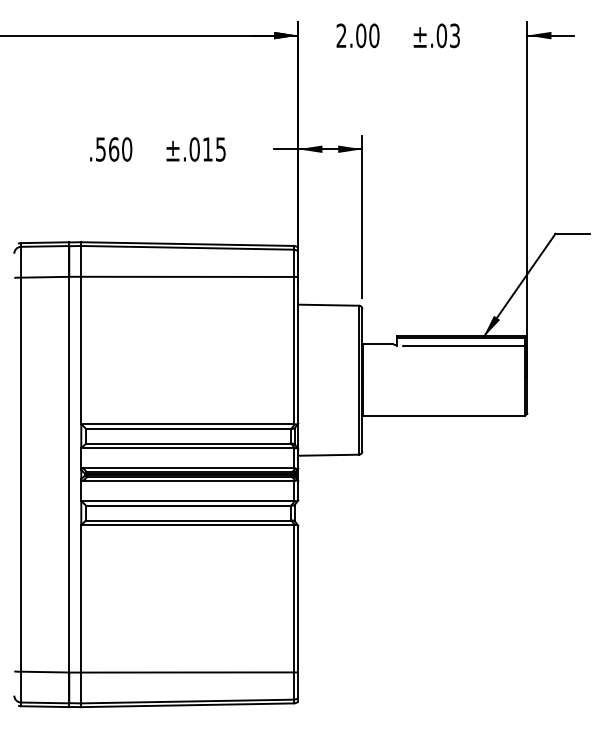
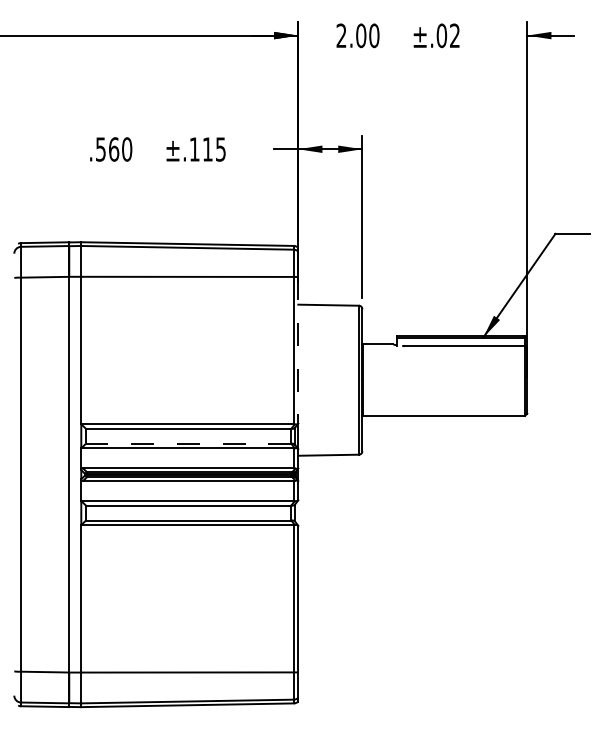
text at (454, 36): ±.03 -> ±.02
text at (194, 149): ±.015 -> ±.115
line at (298, 350): solid -> dashed
line at (188, 443): solid -> dashed
